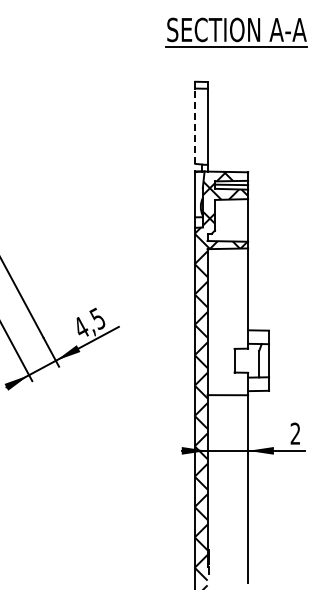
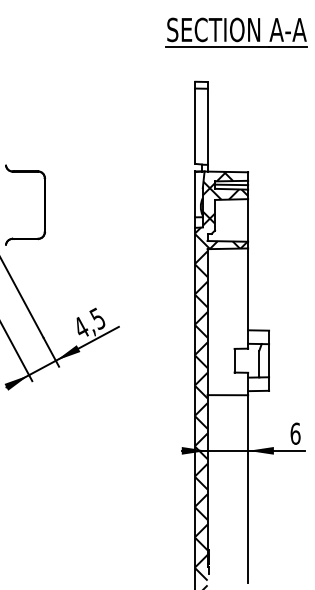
line at (195, 126): dashed -> solid
part at (44, 204): none -> present
text at (295, 433): 2 -> 6
